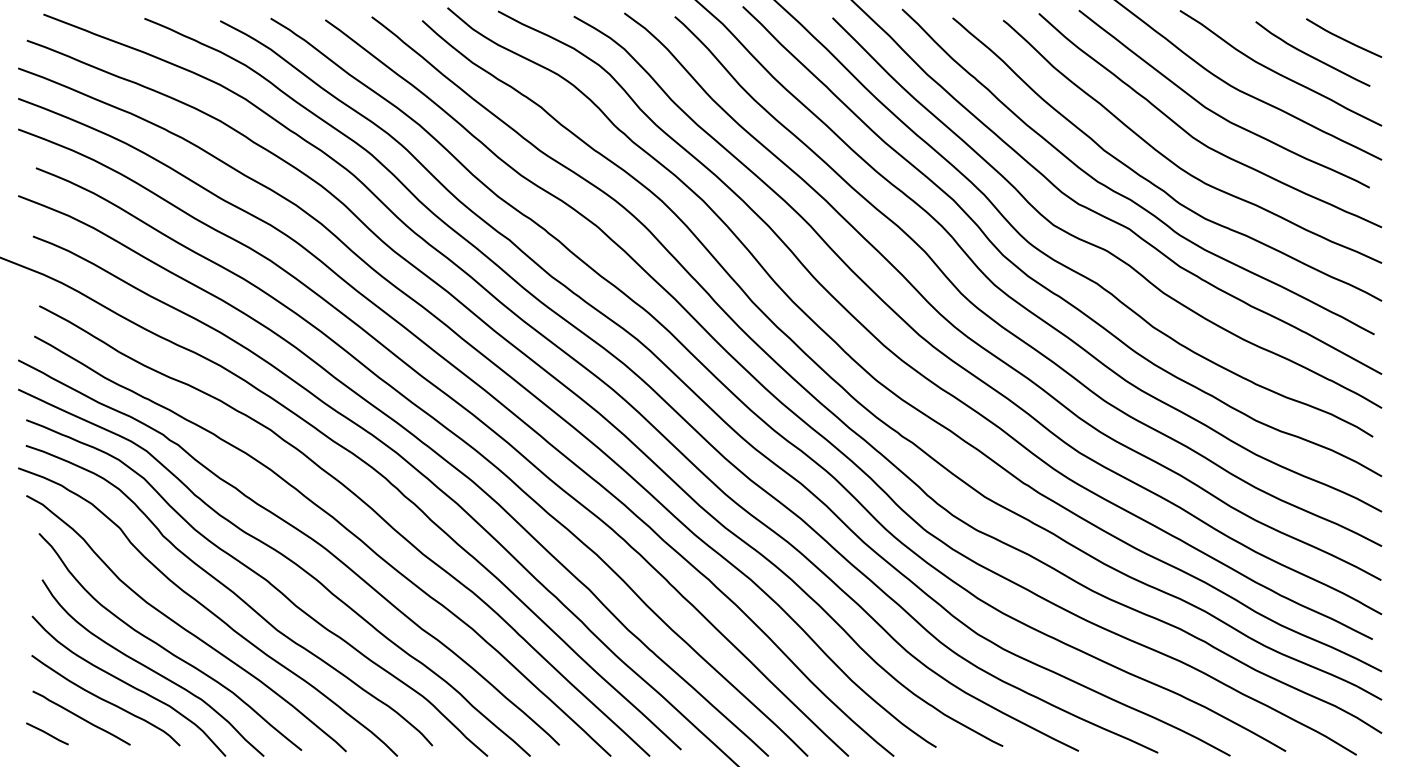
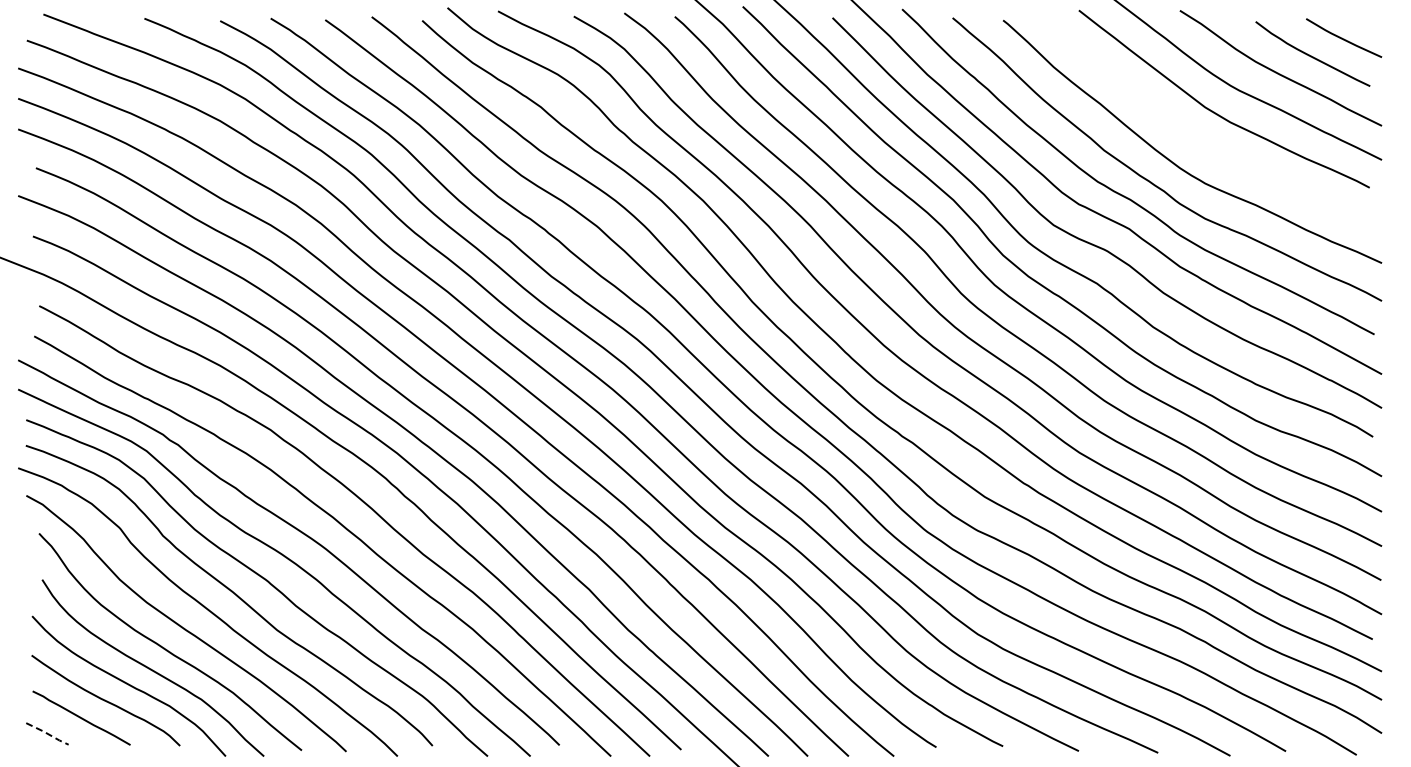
curve at (1198, 139): present -> none
line at (48, 734): solid -> dashed
